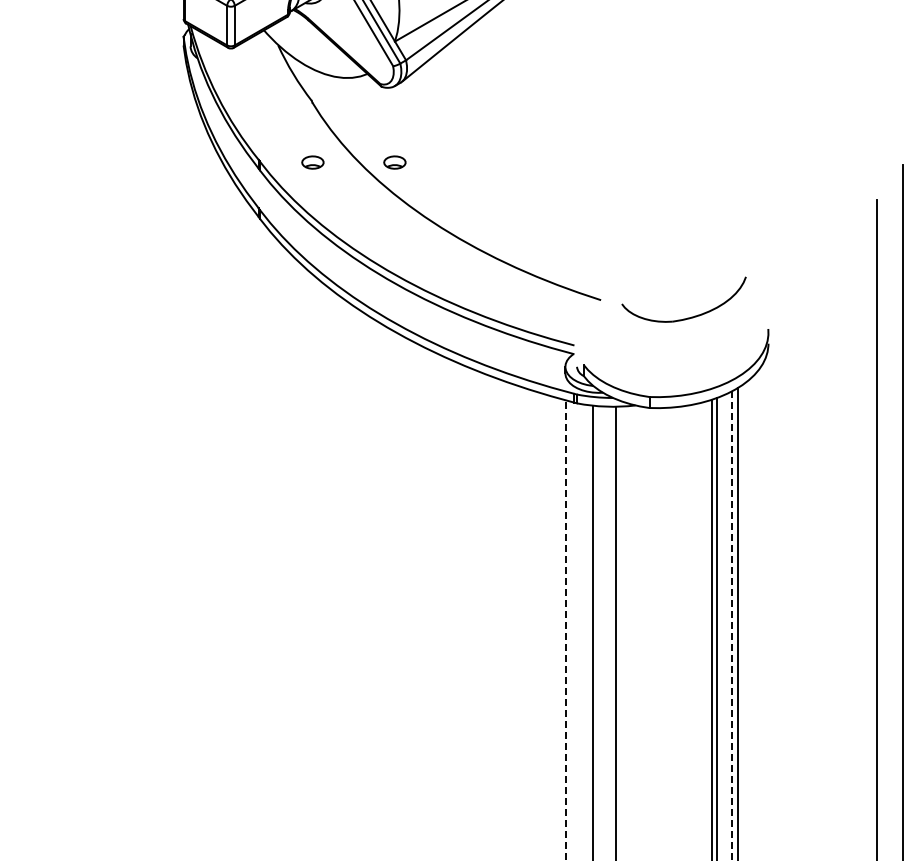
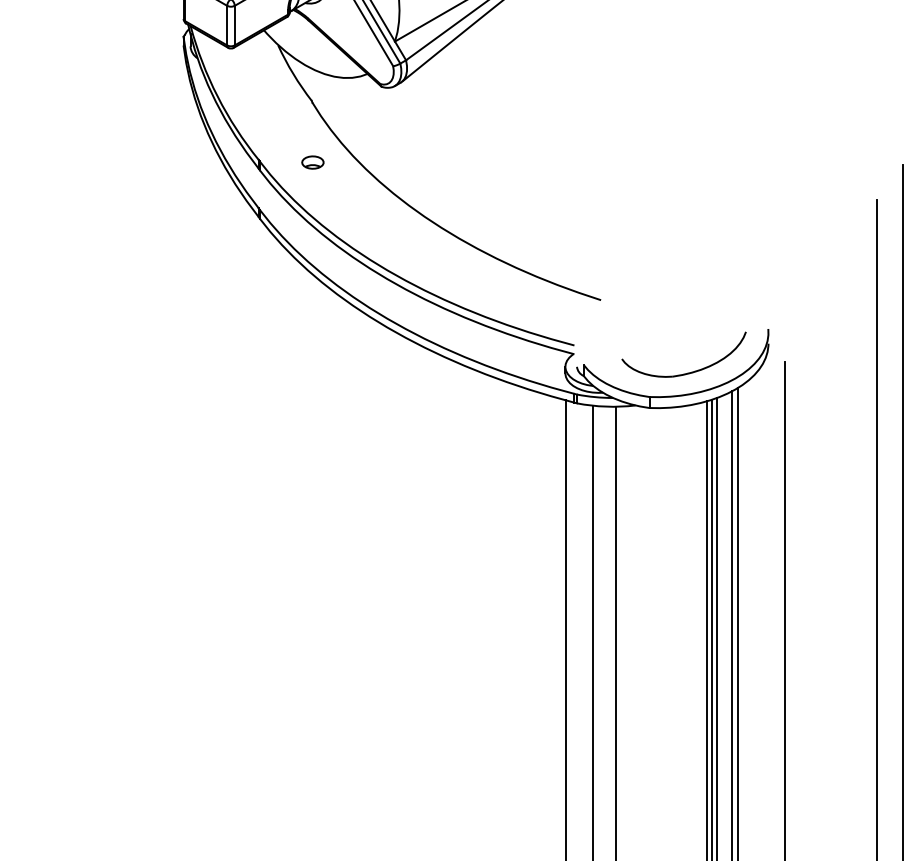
part at (394, 162): present -> none
part at (687, 317) position: (687, 317) -> (687, 372)
line at (785, 609): none -> present
line at (731, 626): dashed -> solid
line at (707, 629): none -> present
line at (566, 630): dashed -> solid
